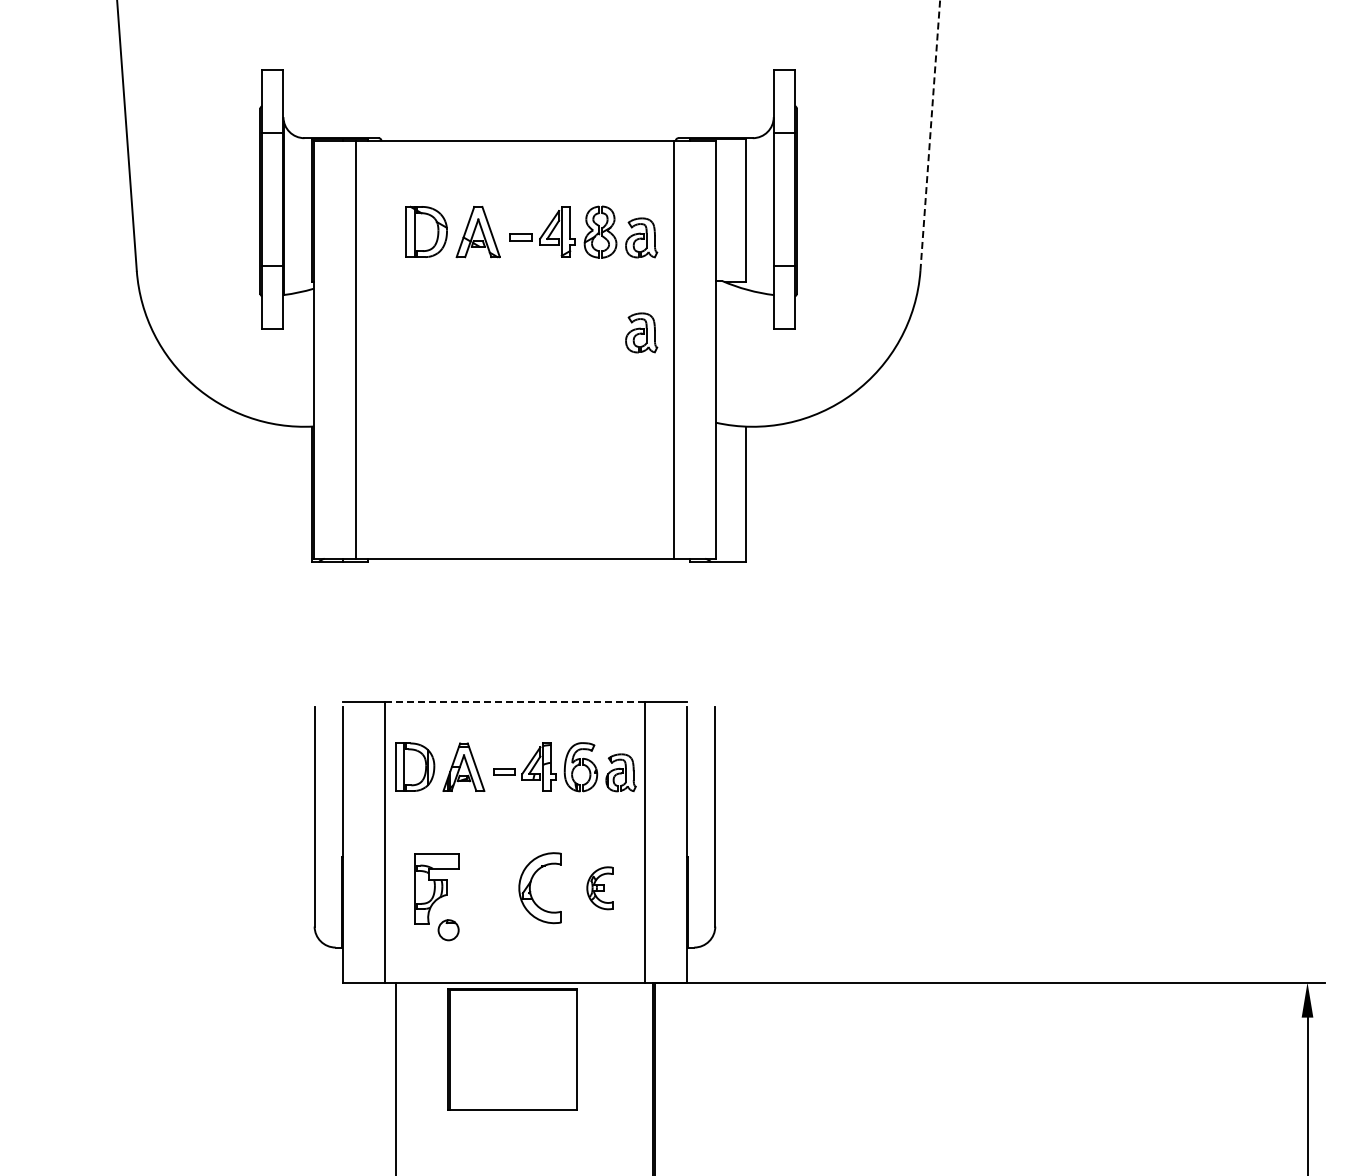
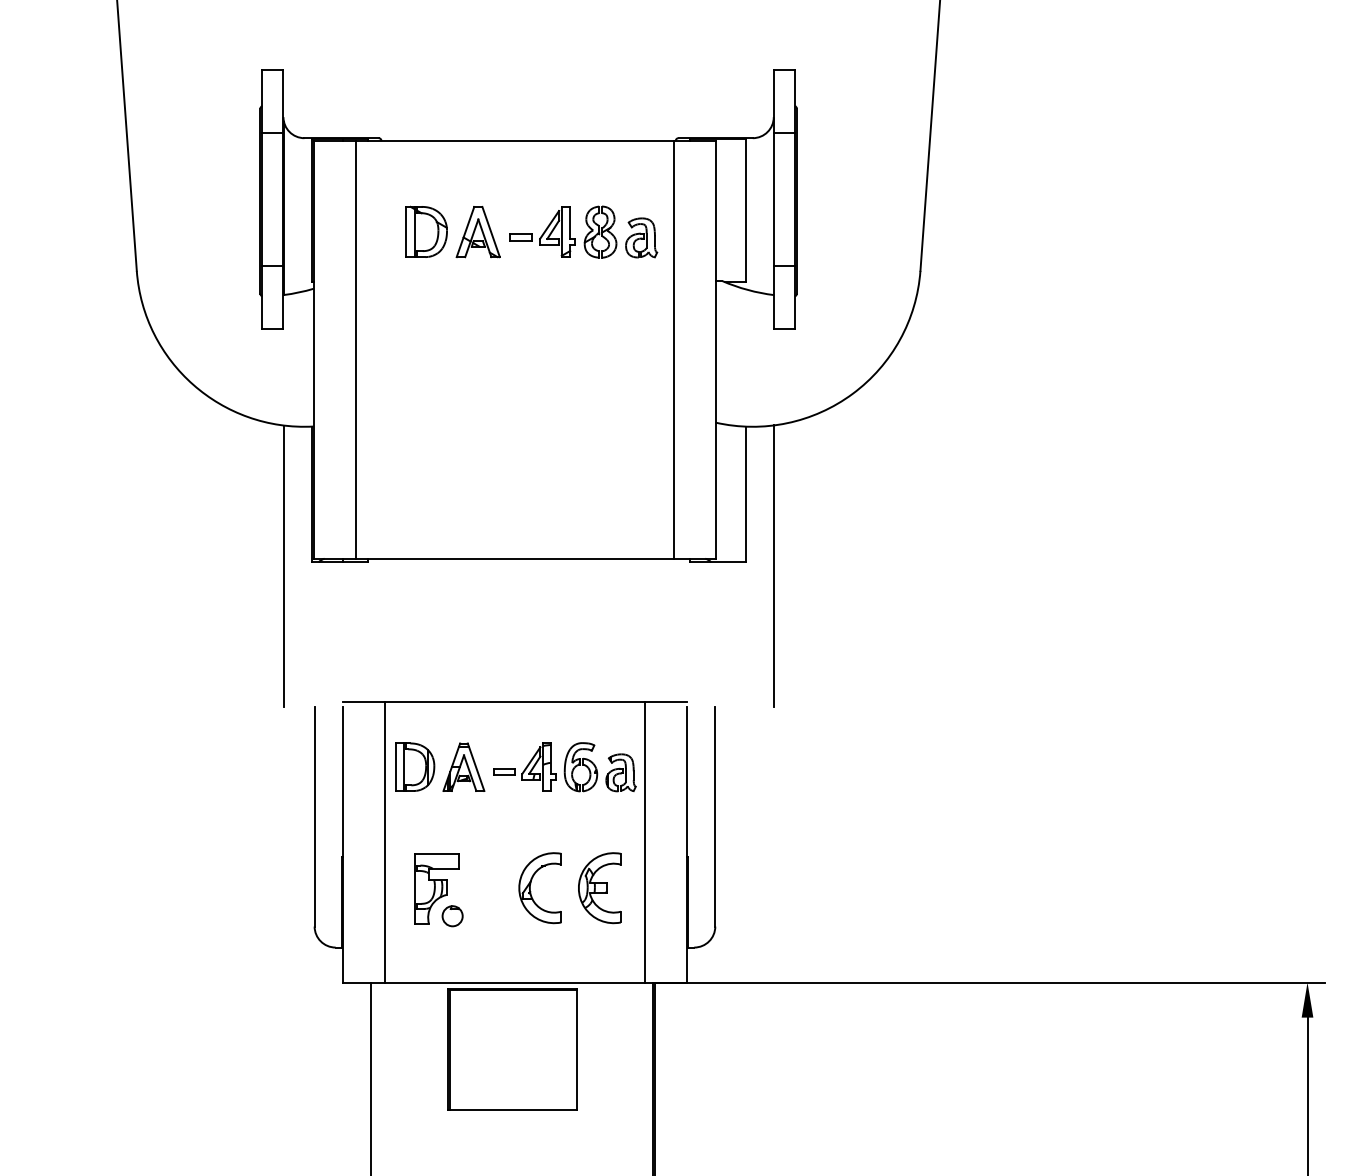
line at (930, 135): dashed -> solid
part at (641, 332): present -> none
line at (283, 565): none -> present
line at (774, 565): none -> present
line at (515, 702): dashed -> solid
part at (599, 888) size: 28x45 px -> 44x73 px
part at (448, 930) position: (448, 930) -> (452, 916)
line at (396, 1077) position: (396, 1077) -> (371, 1077)
